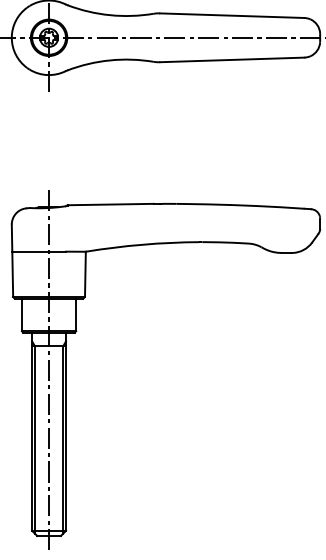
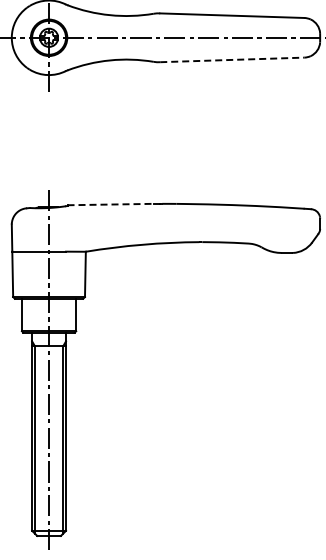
line at (232, 59): solid -> dashed
line at (111, 204): solid -> dashed
